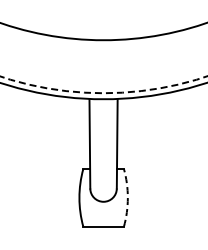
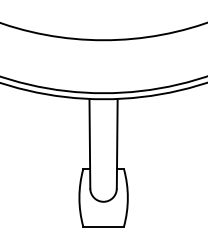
arc at (103, 93): dashed -> solid
arc at (127, 197): dashed -> solid
